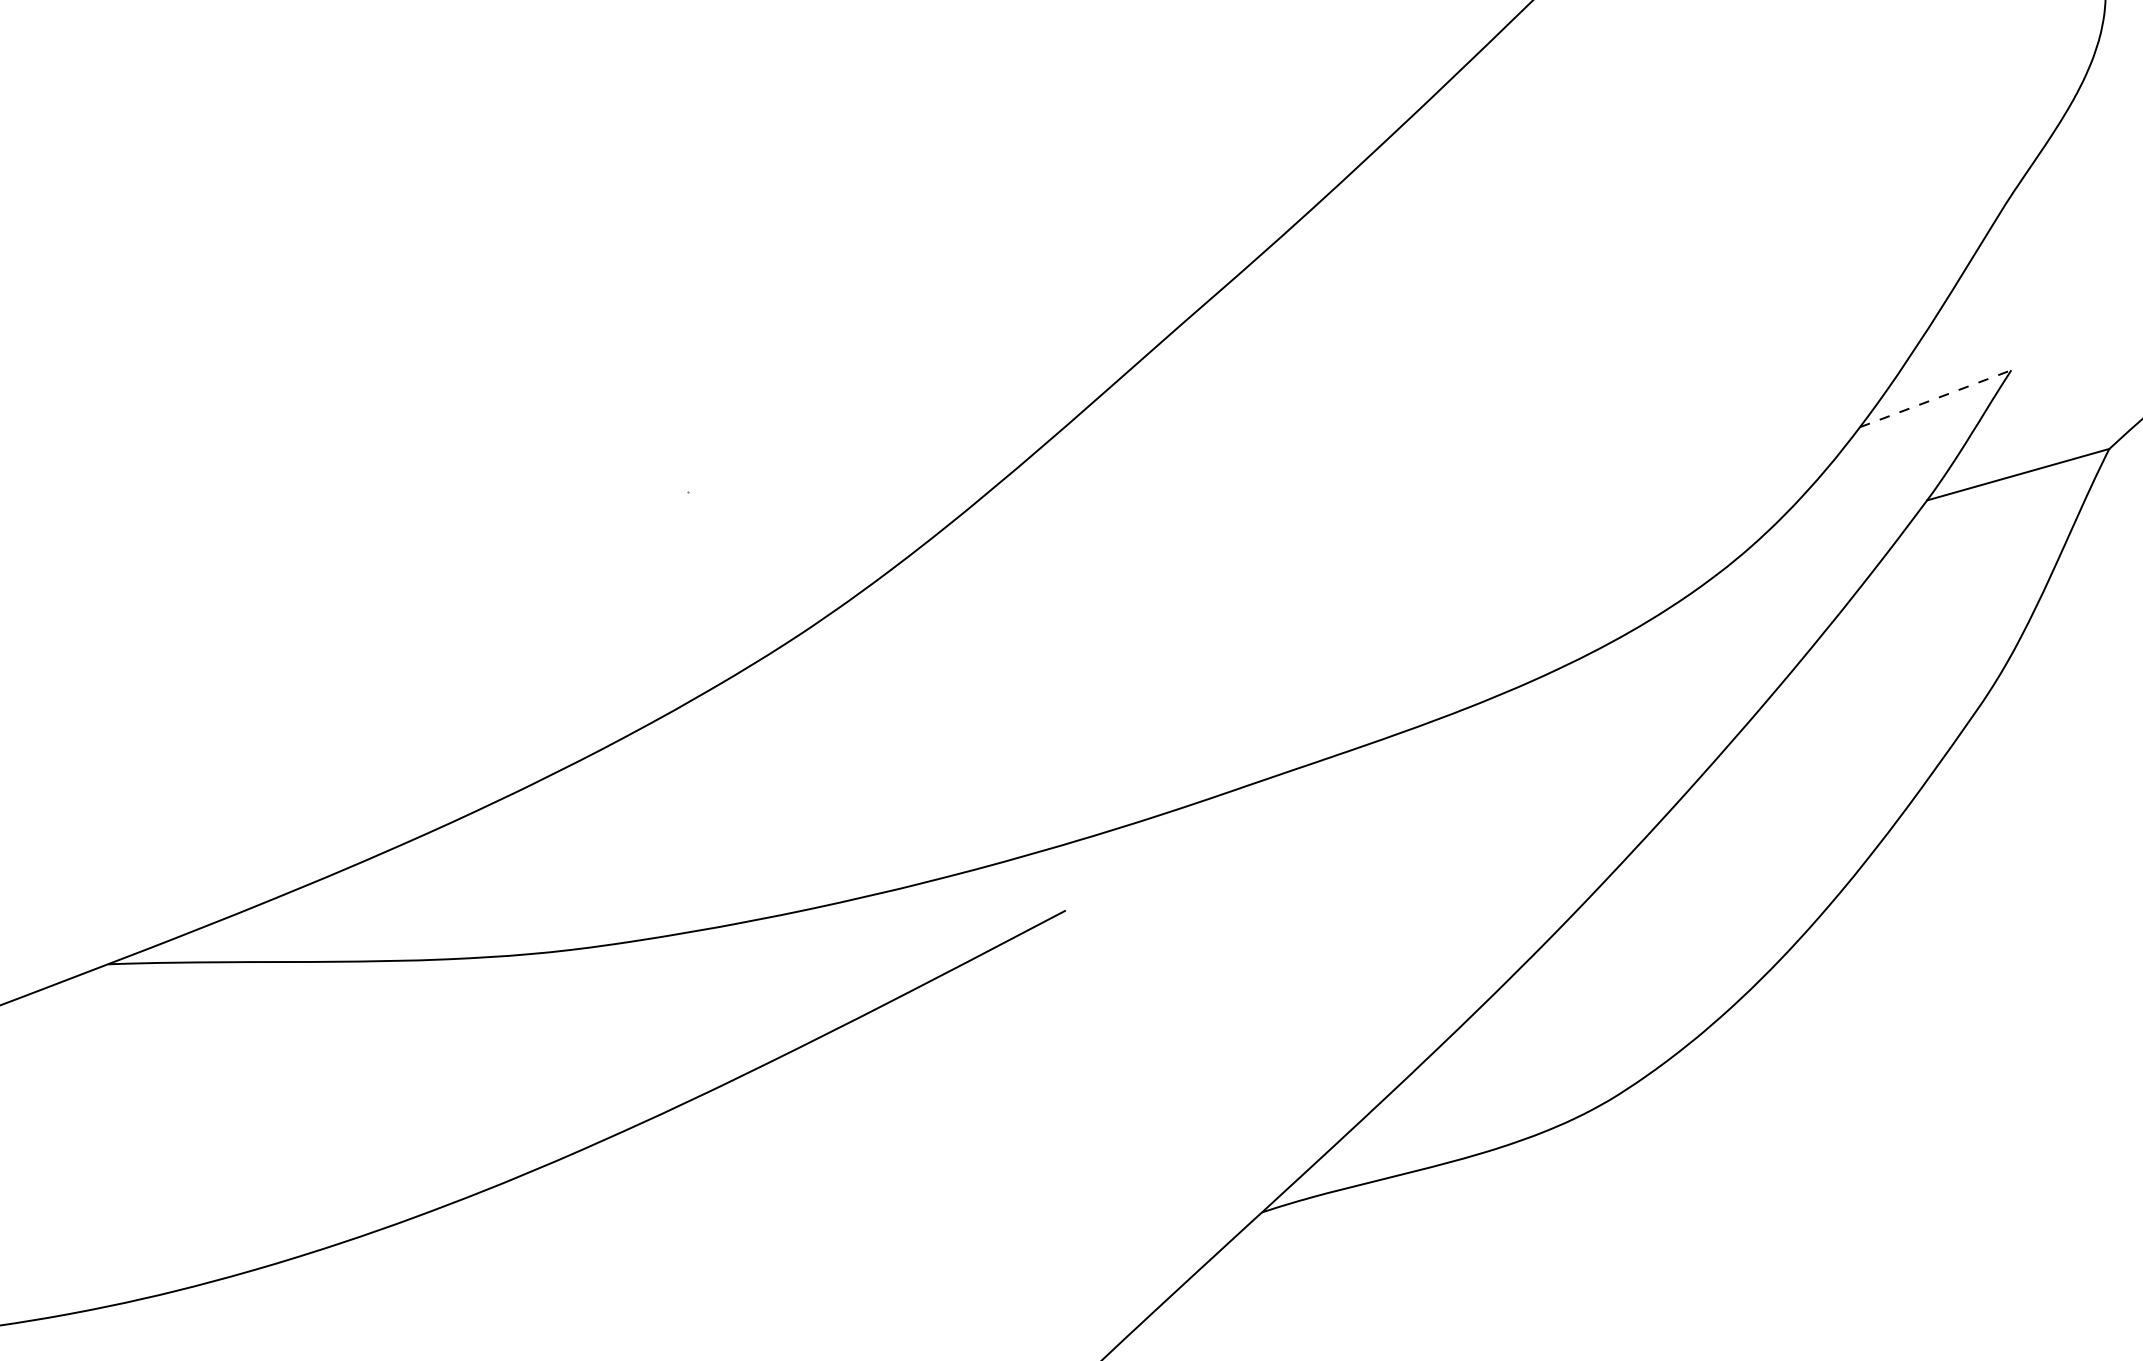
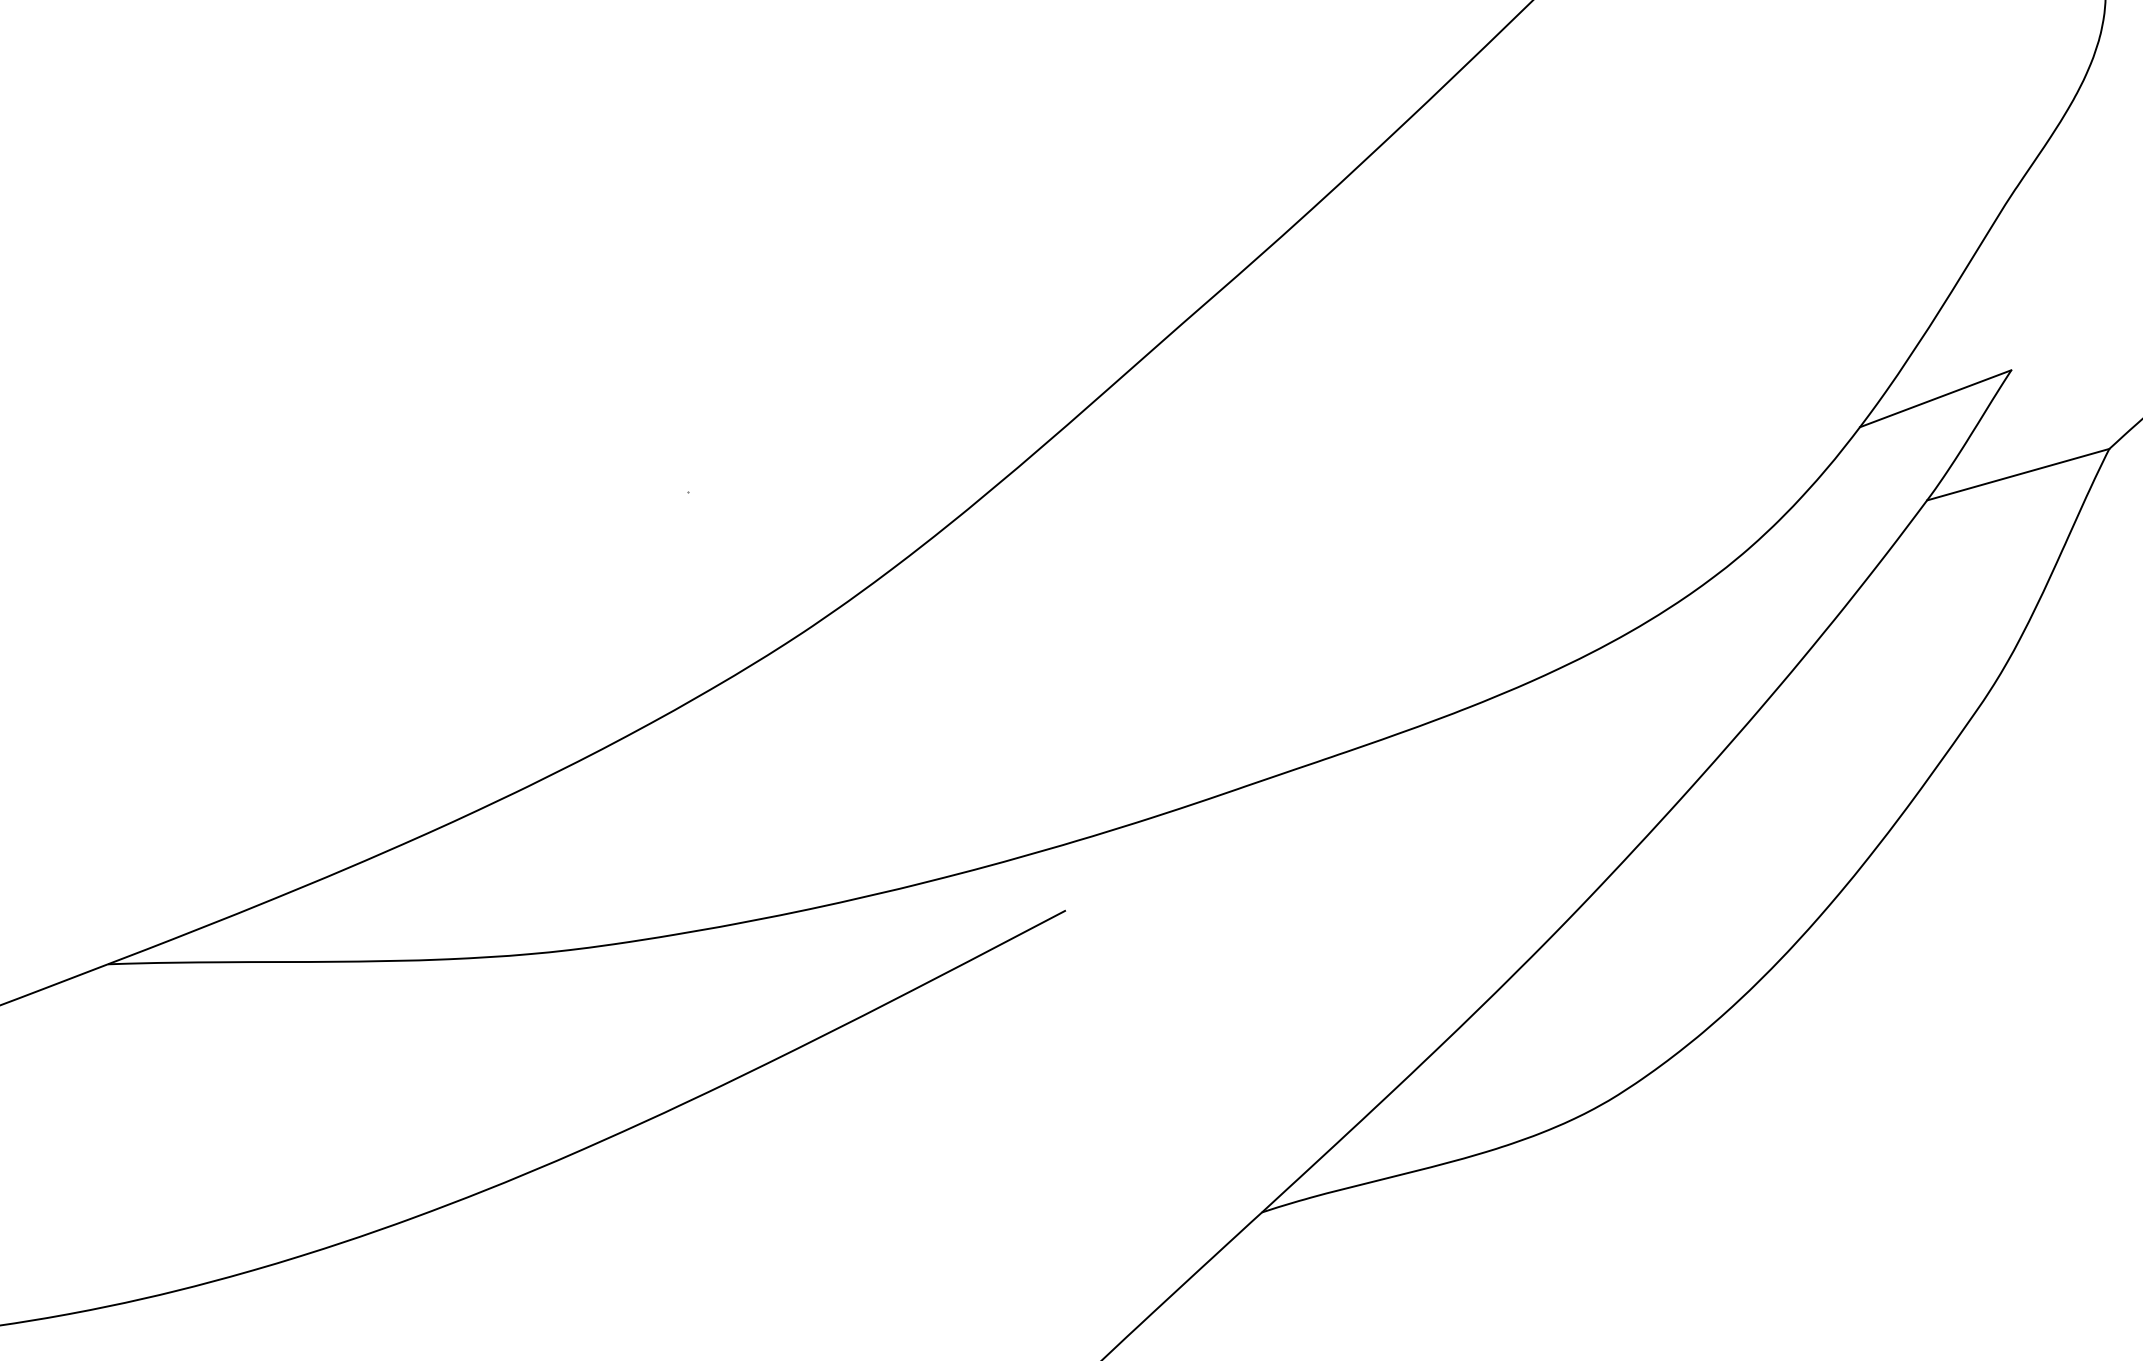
line at (1935, 398): dashed -> solid
